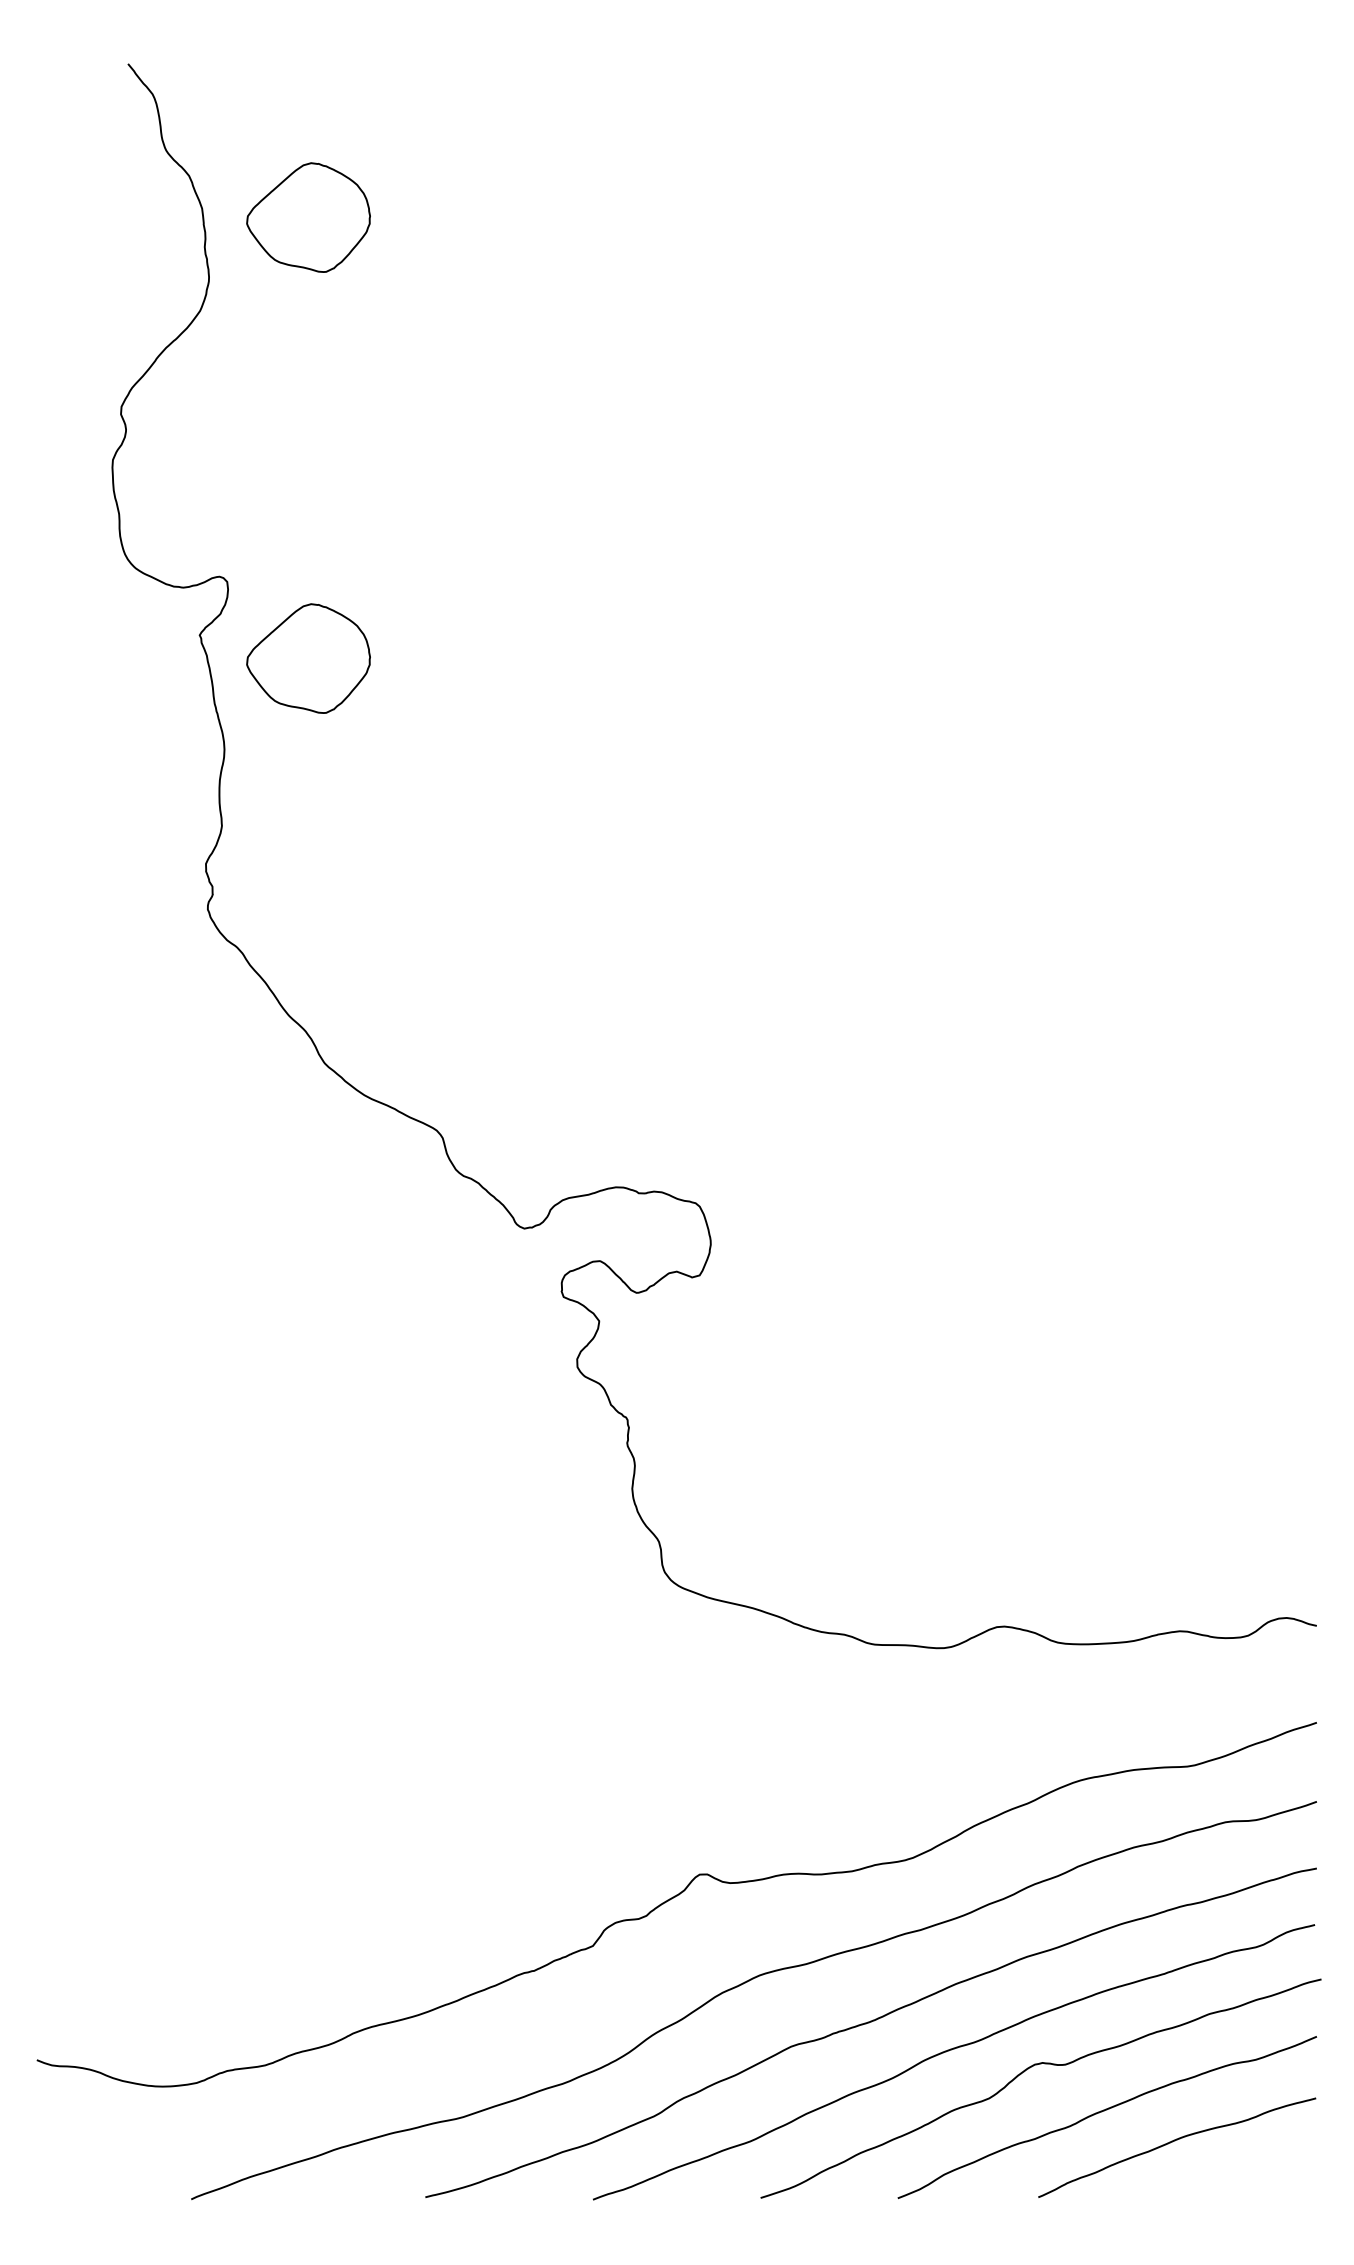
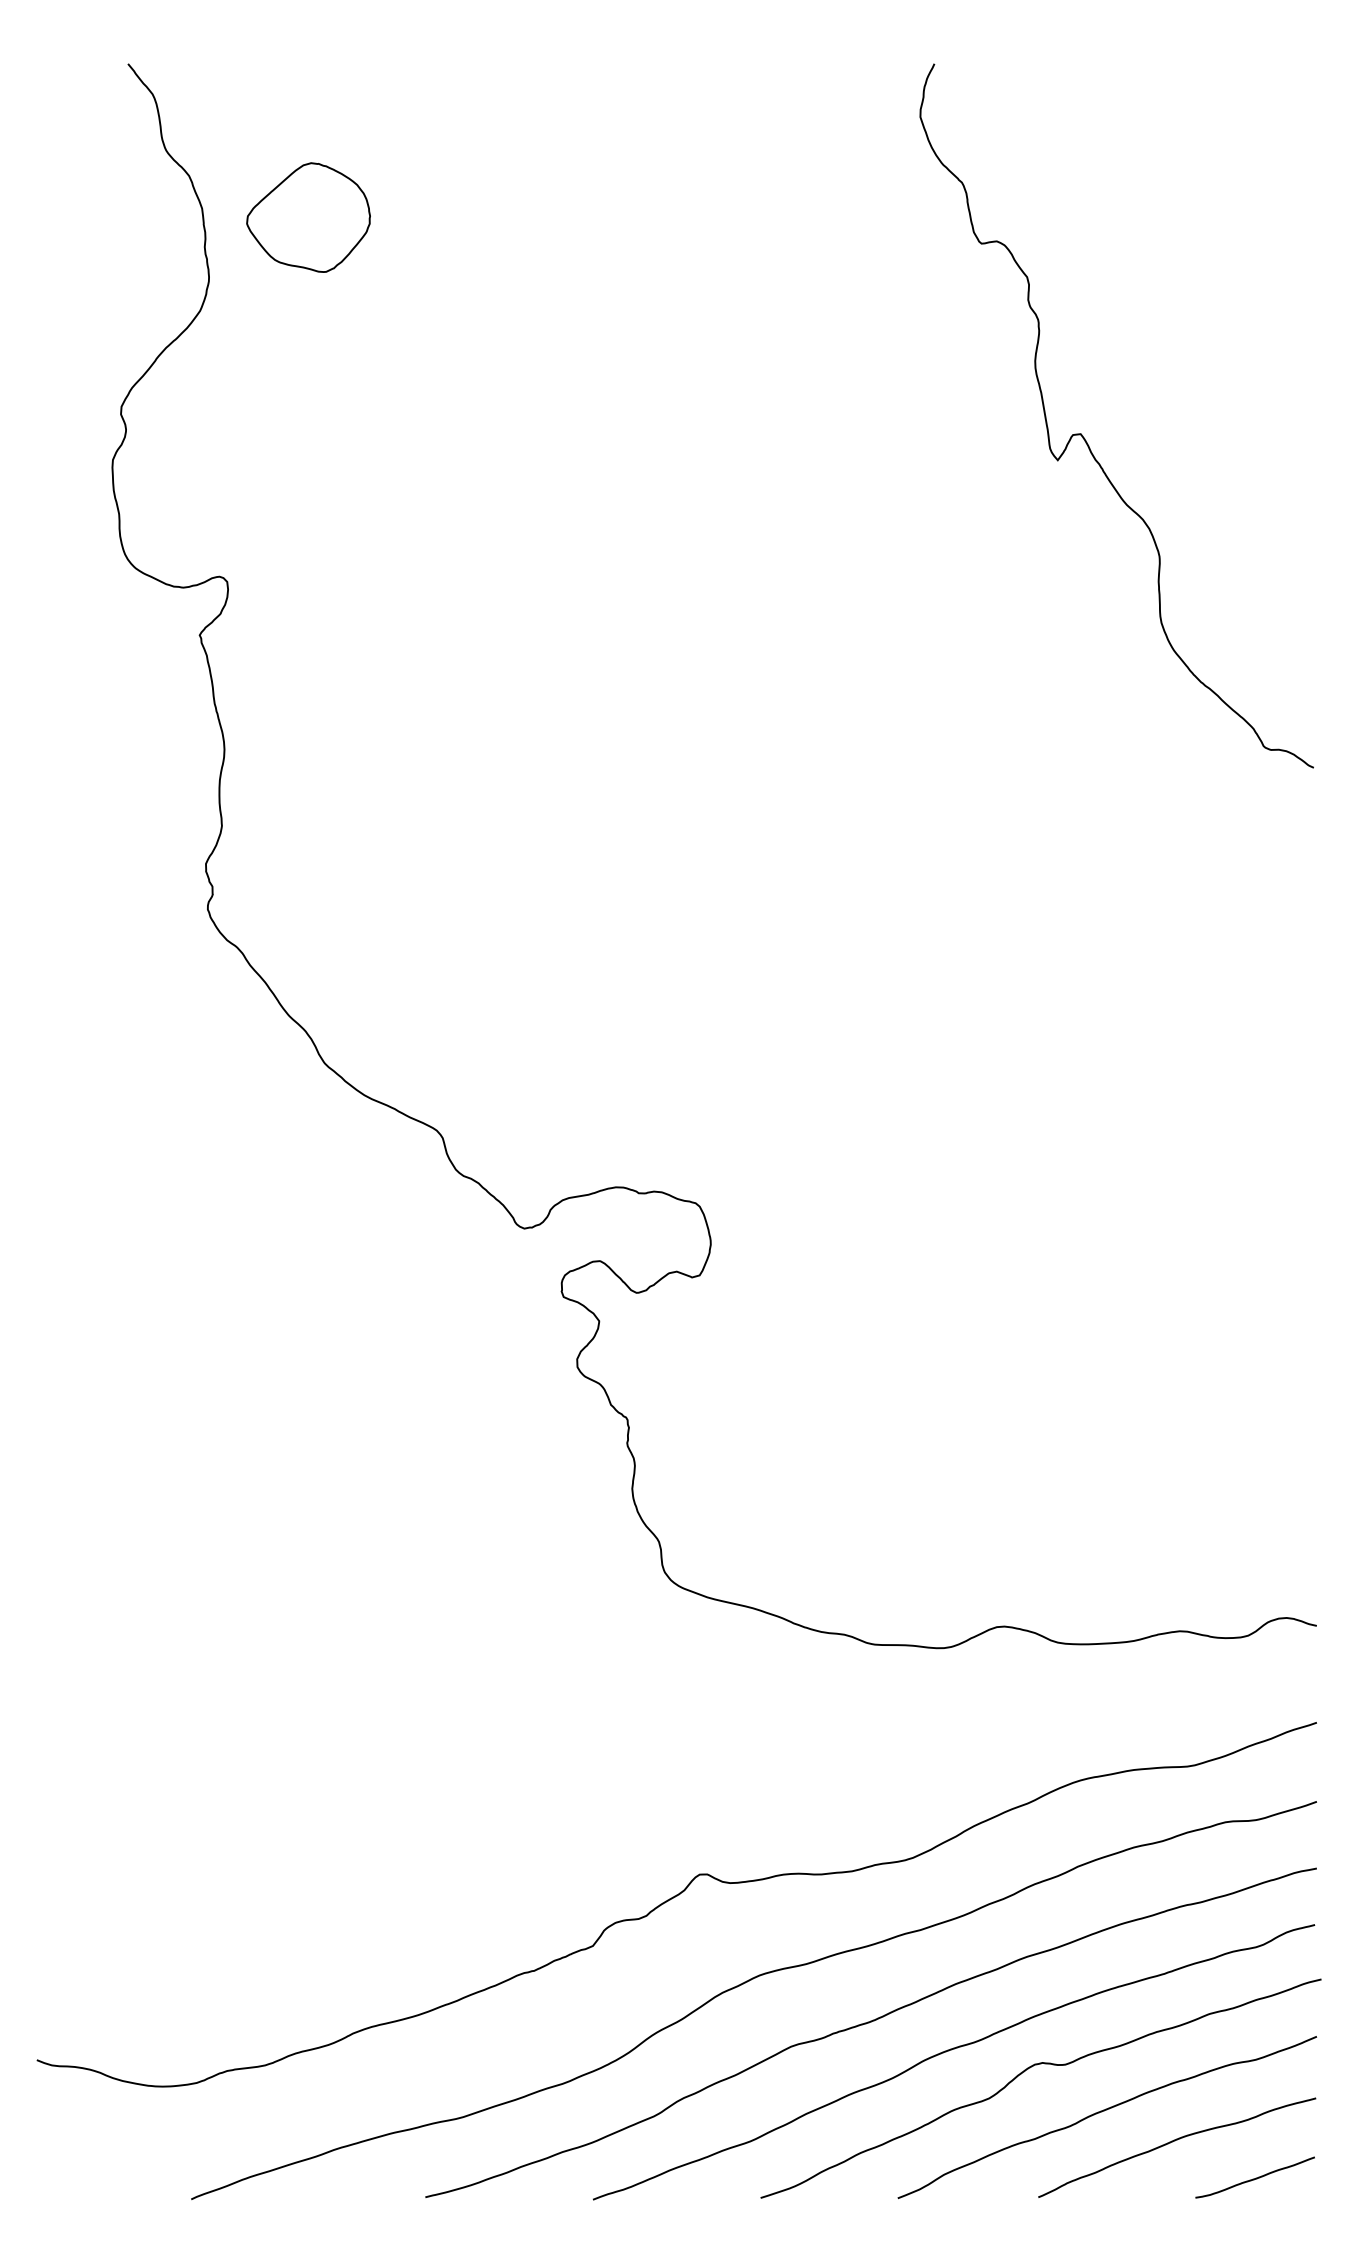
curve at (1085, 438): none -> present
part at (308, 658): present -> none
curve at (1254, 2178): none -> present
